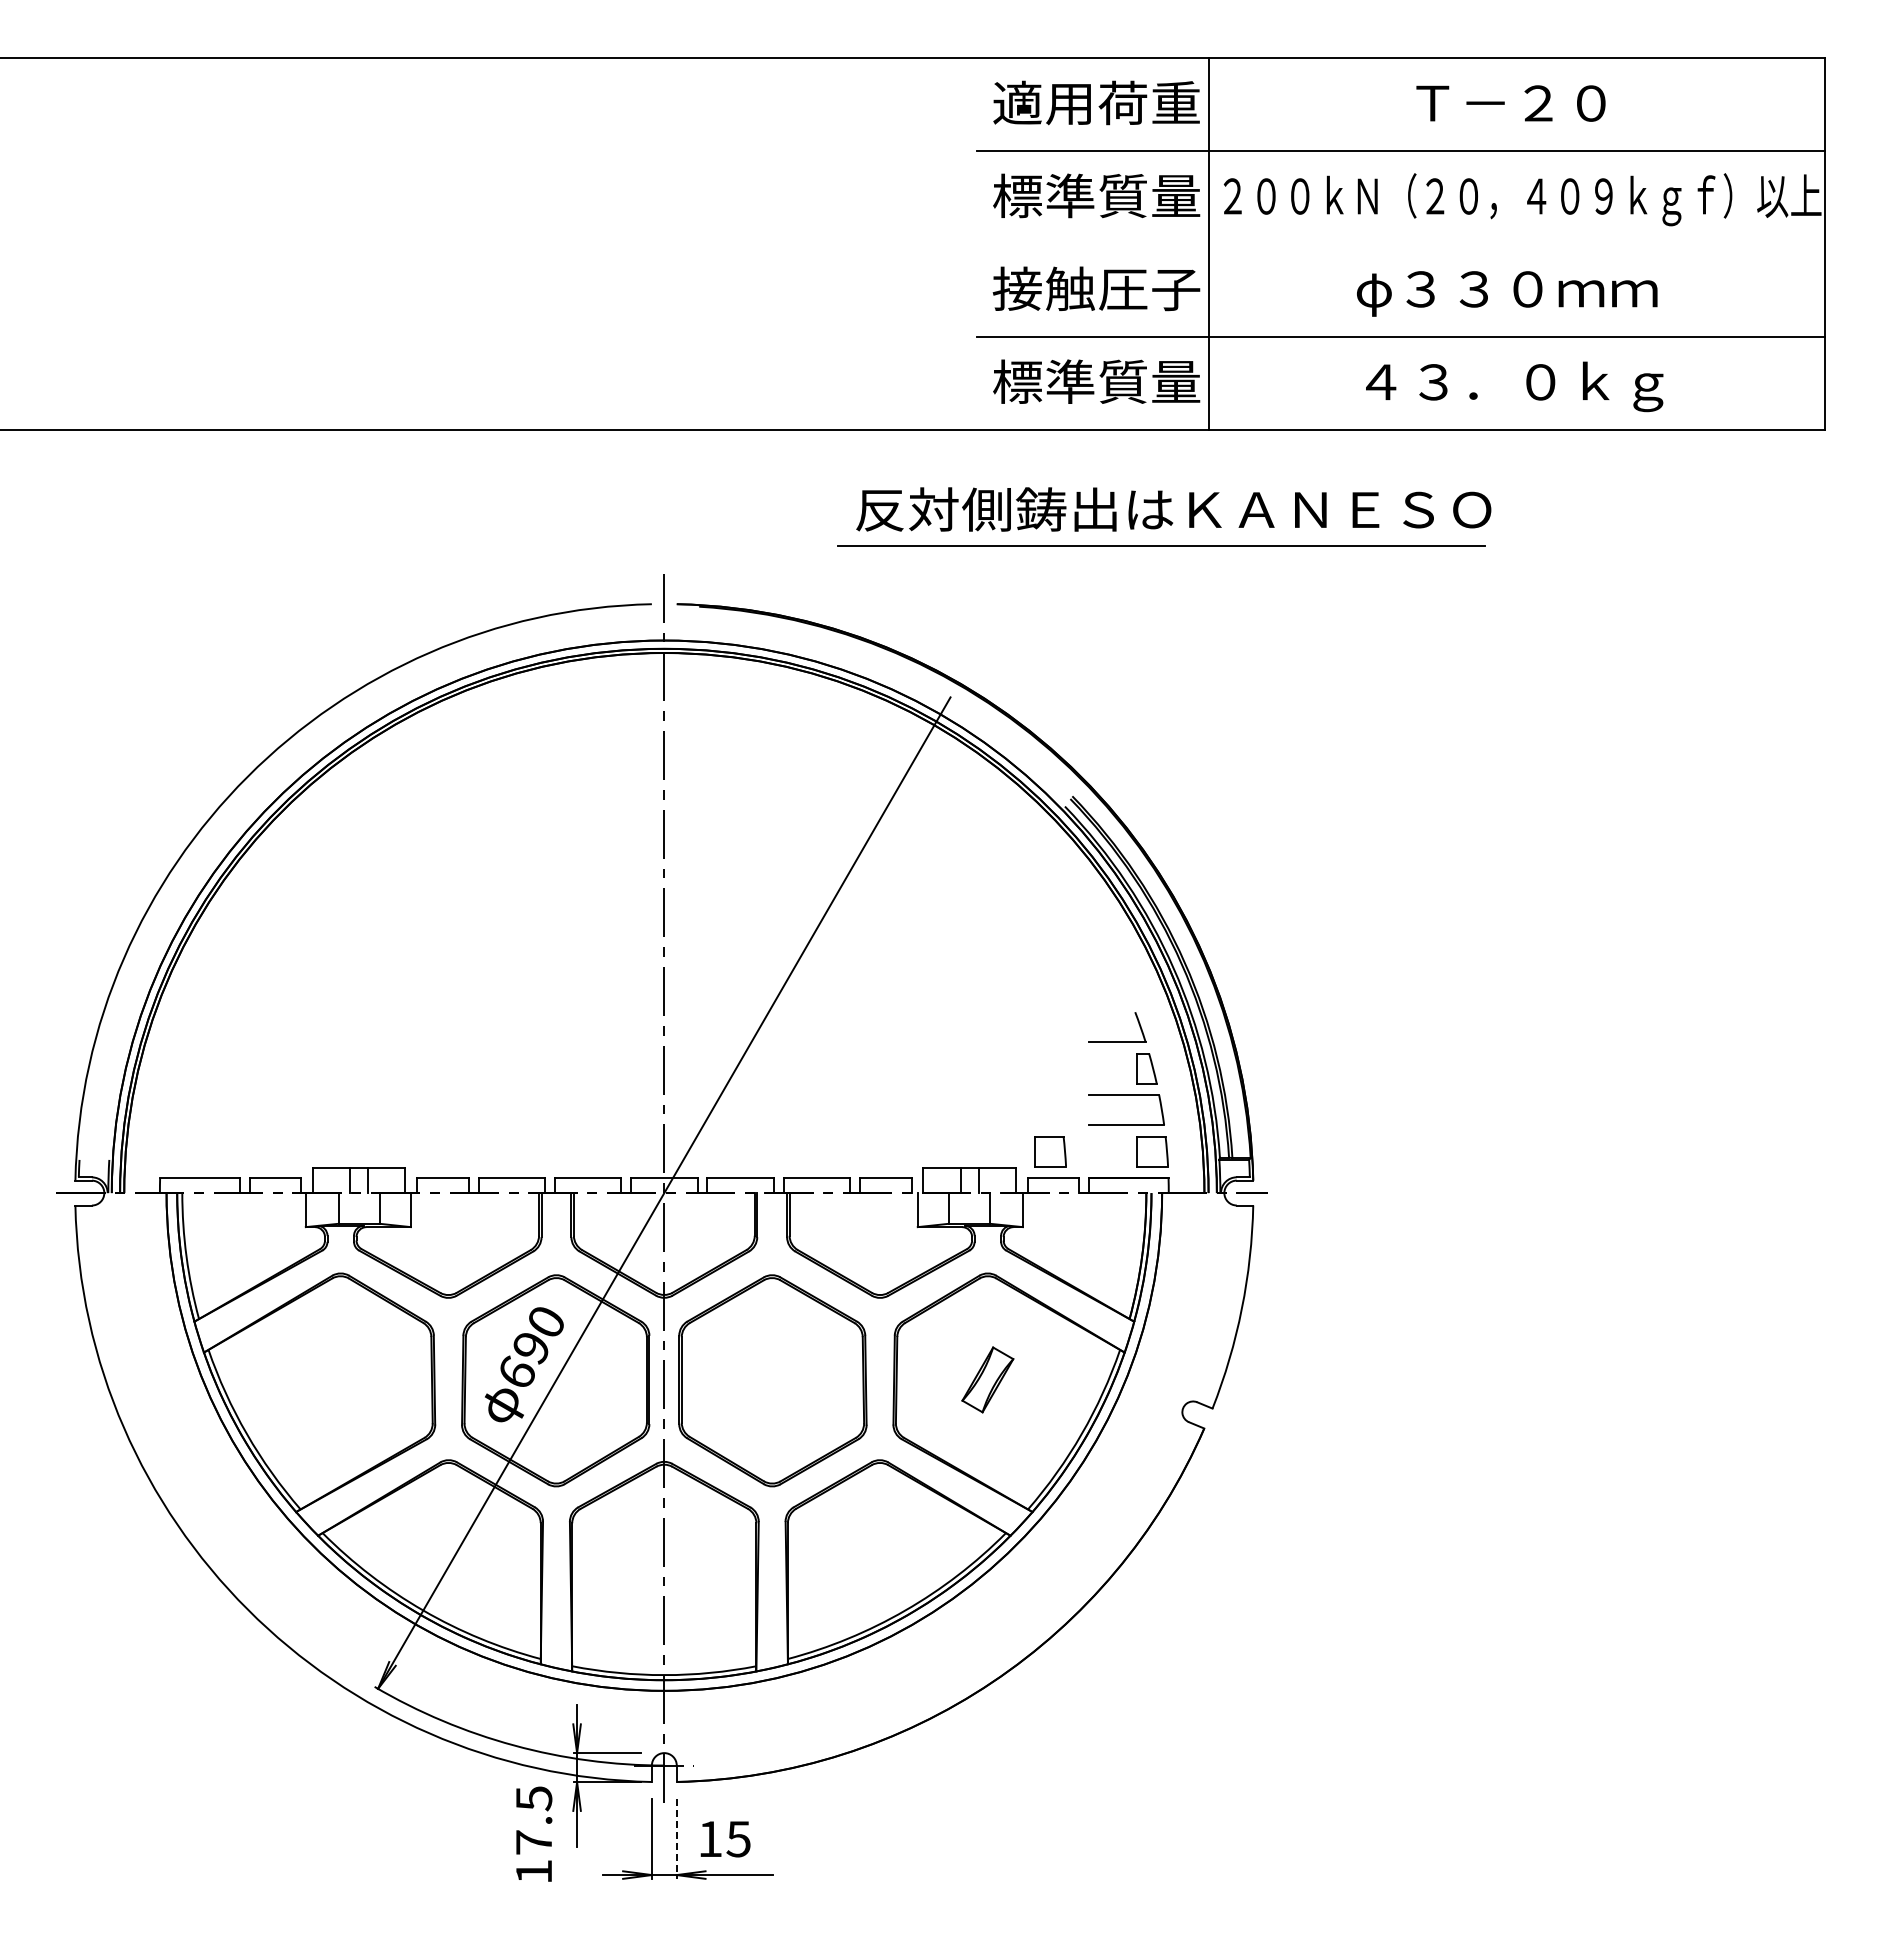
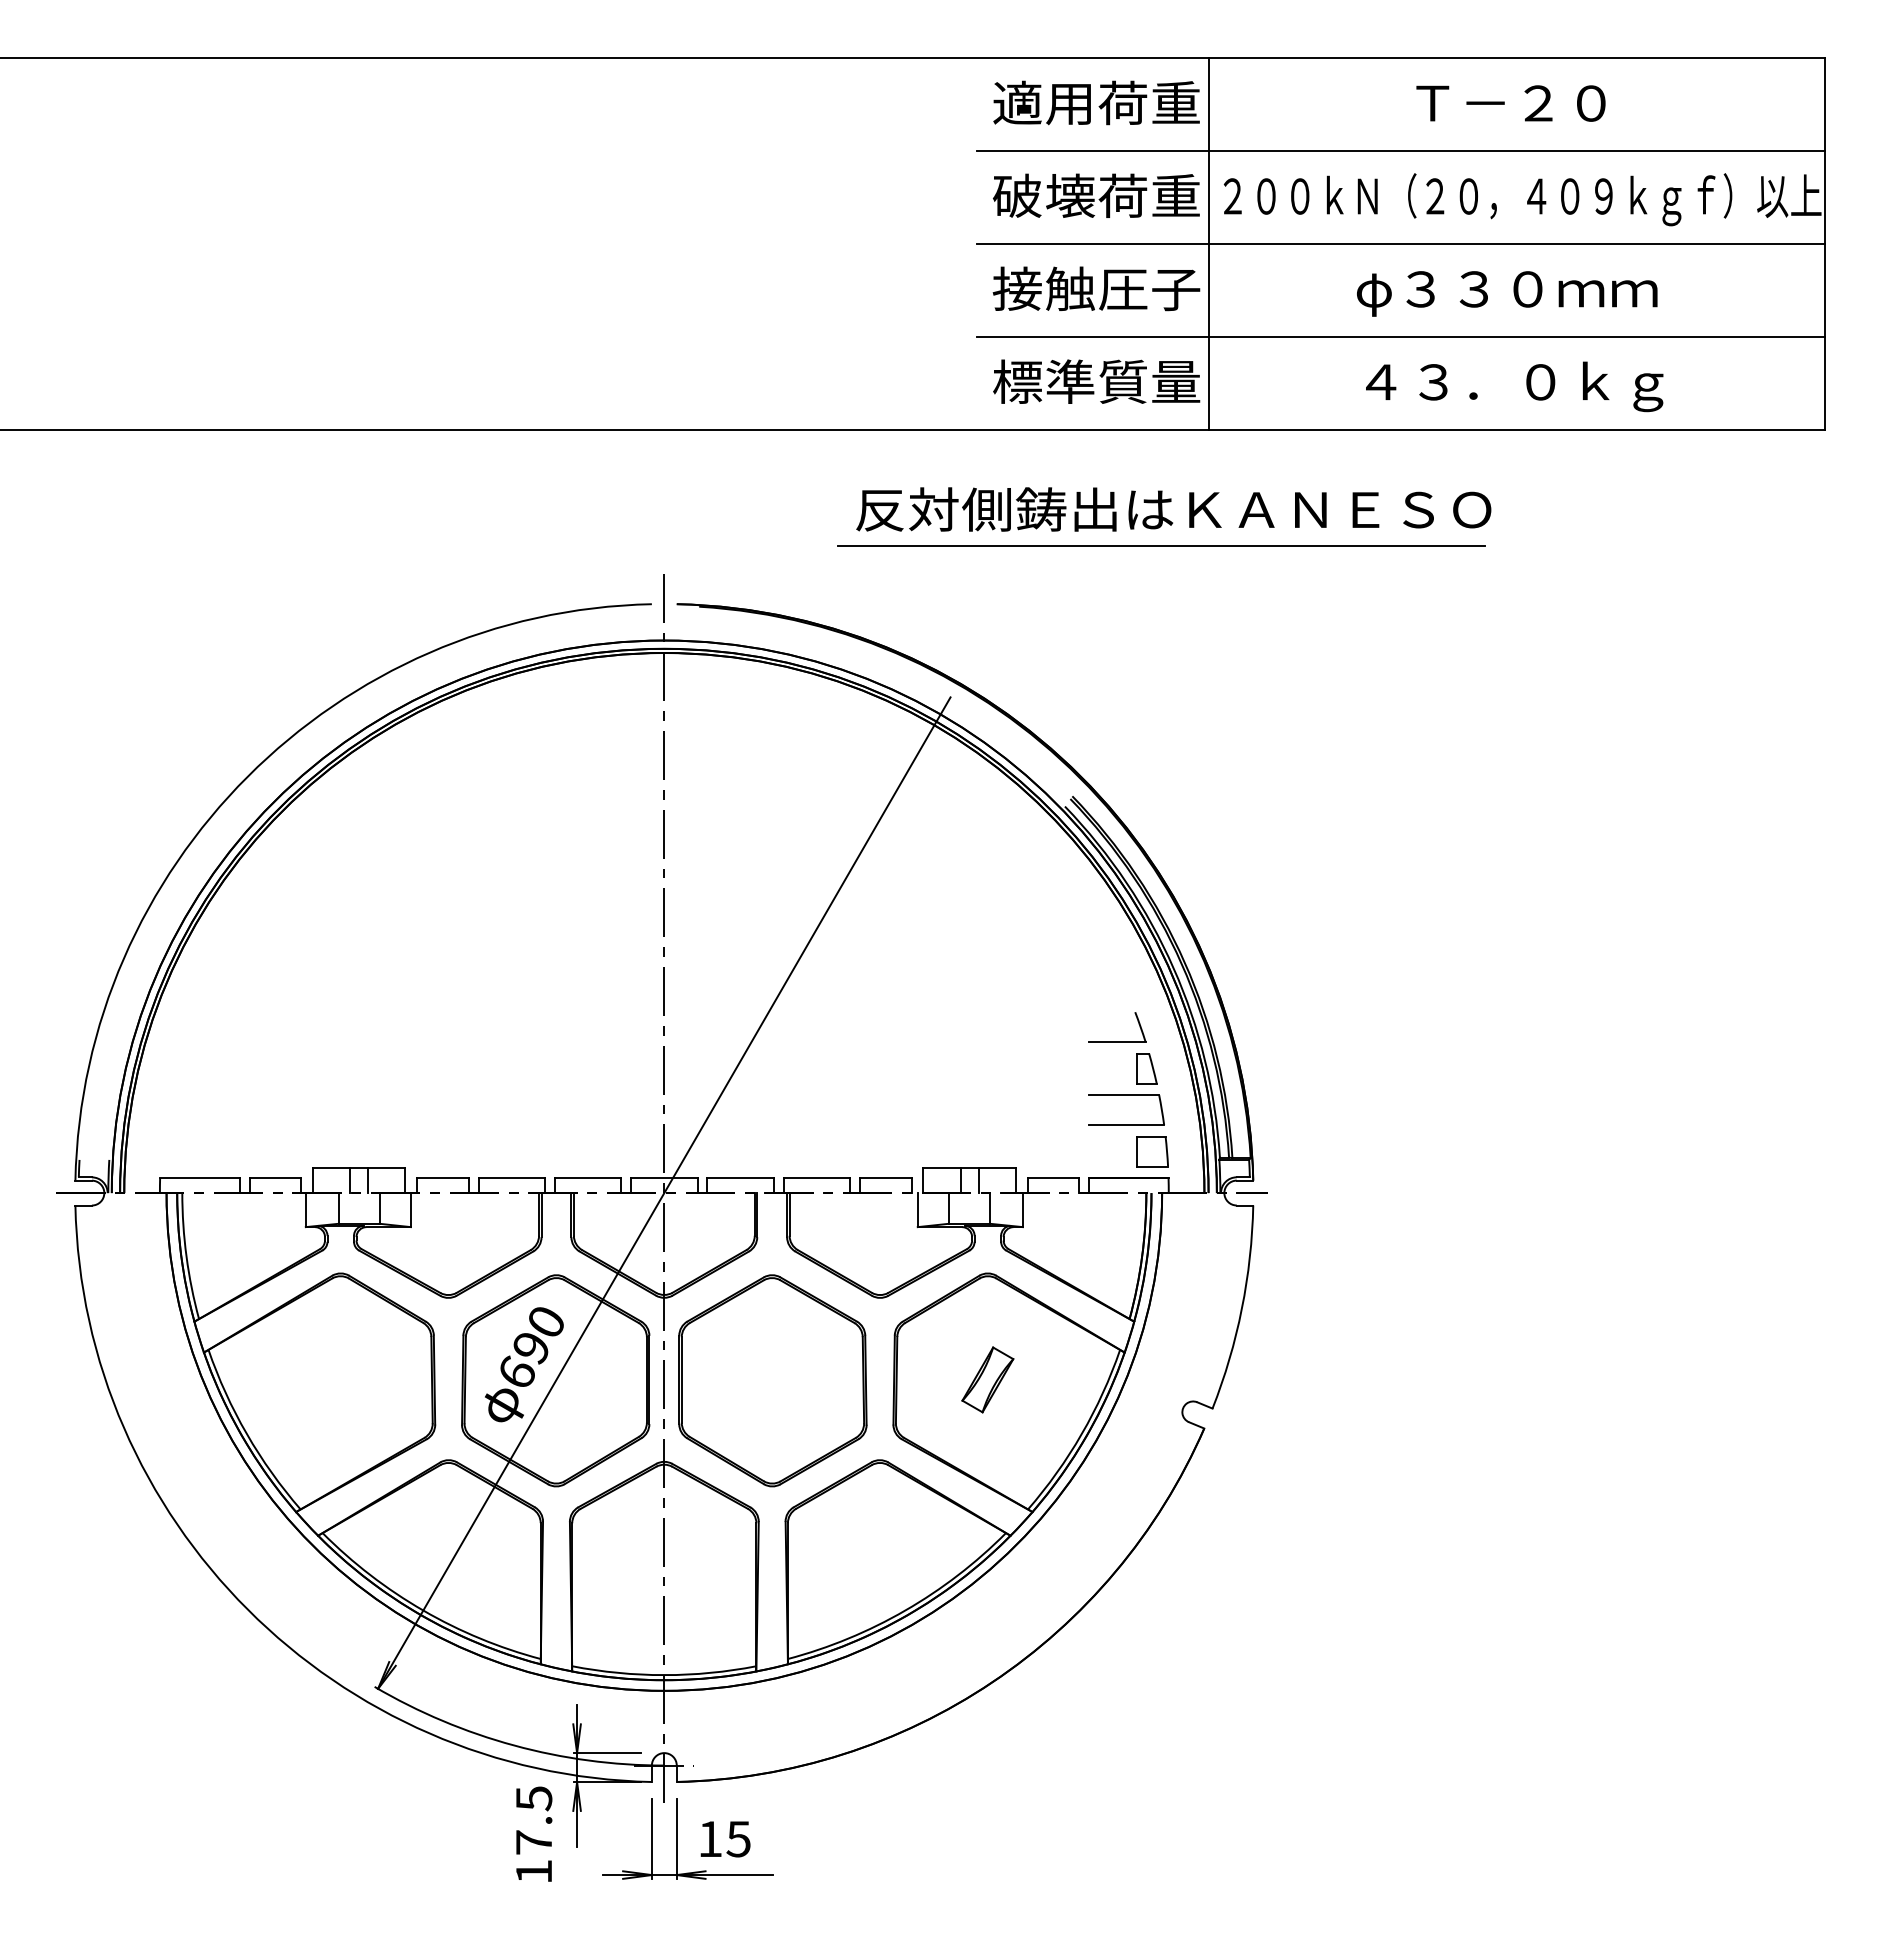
text at (1096, 195): 標準質量 -> 破壊荷重
line at (1400, 243): none -> present
part at (1050, 1151): present -> none
line at (676, 1838): dashed -> solid
